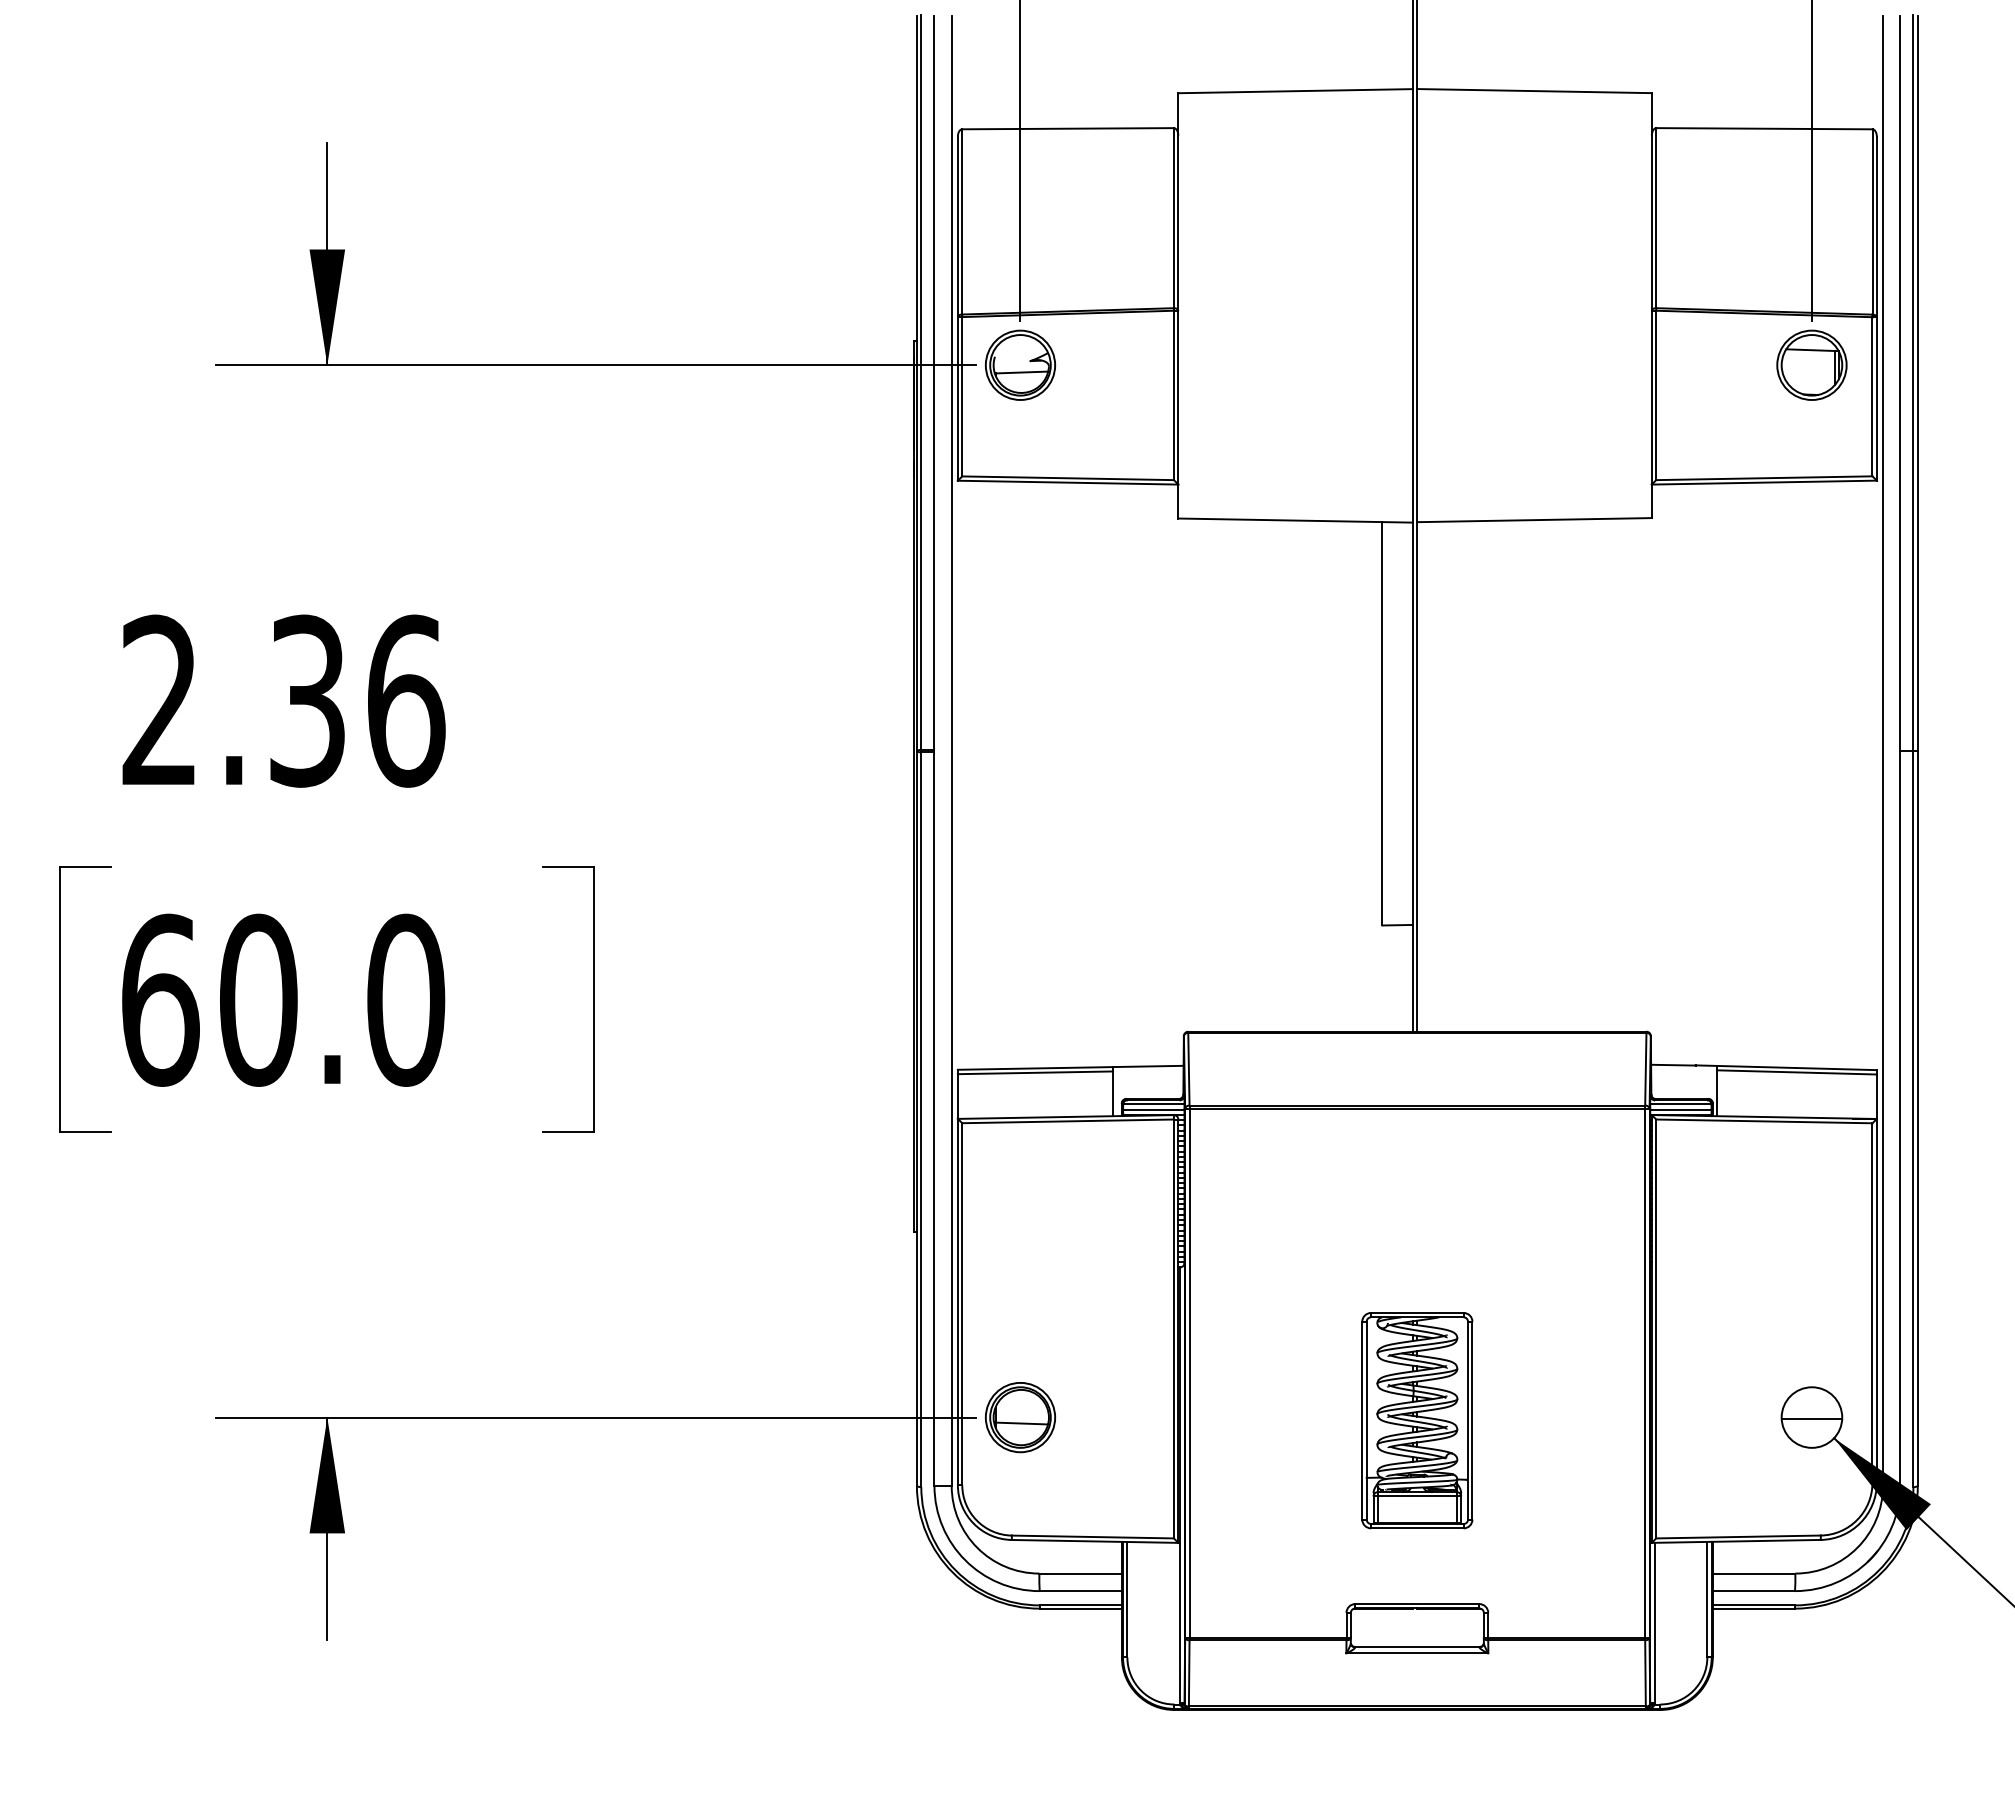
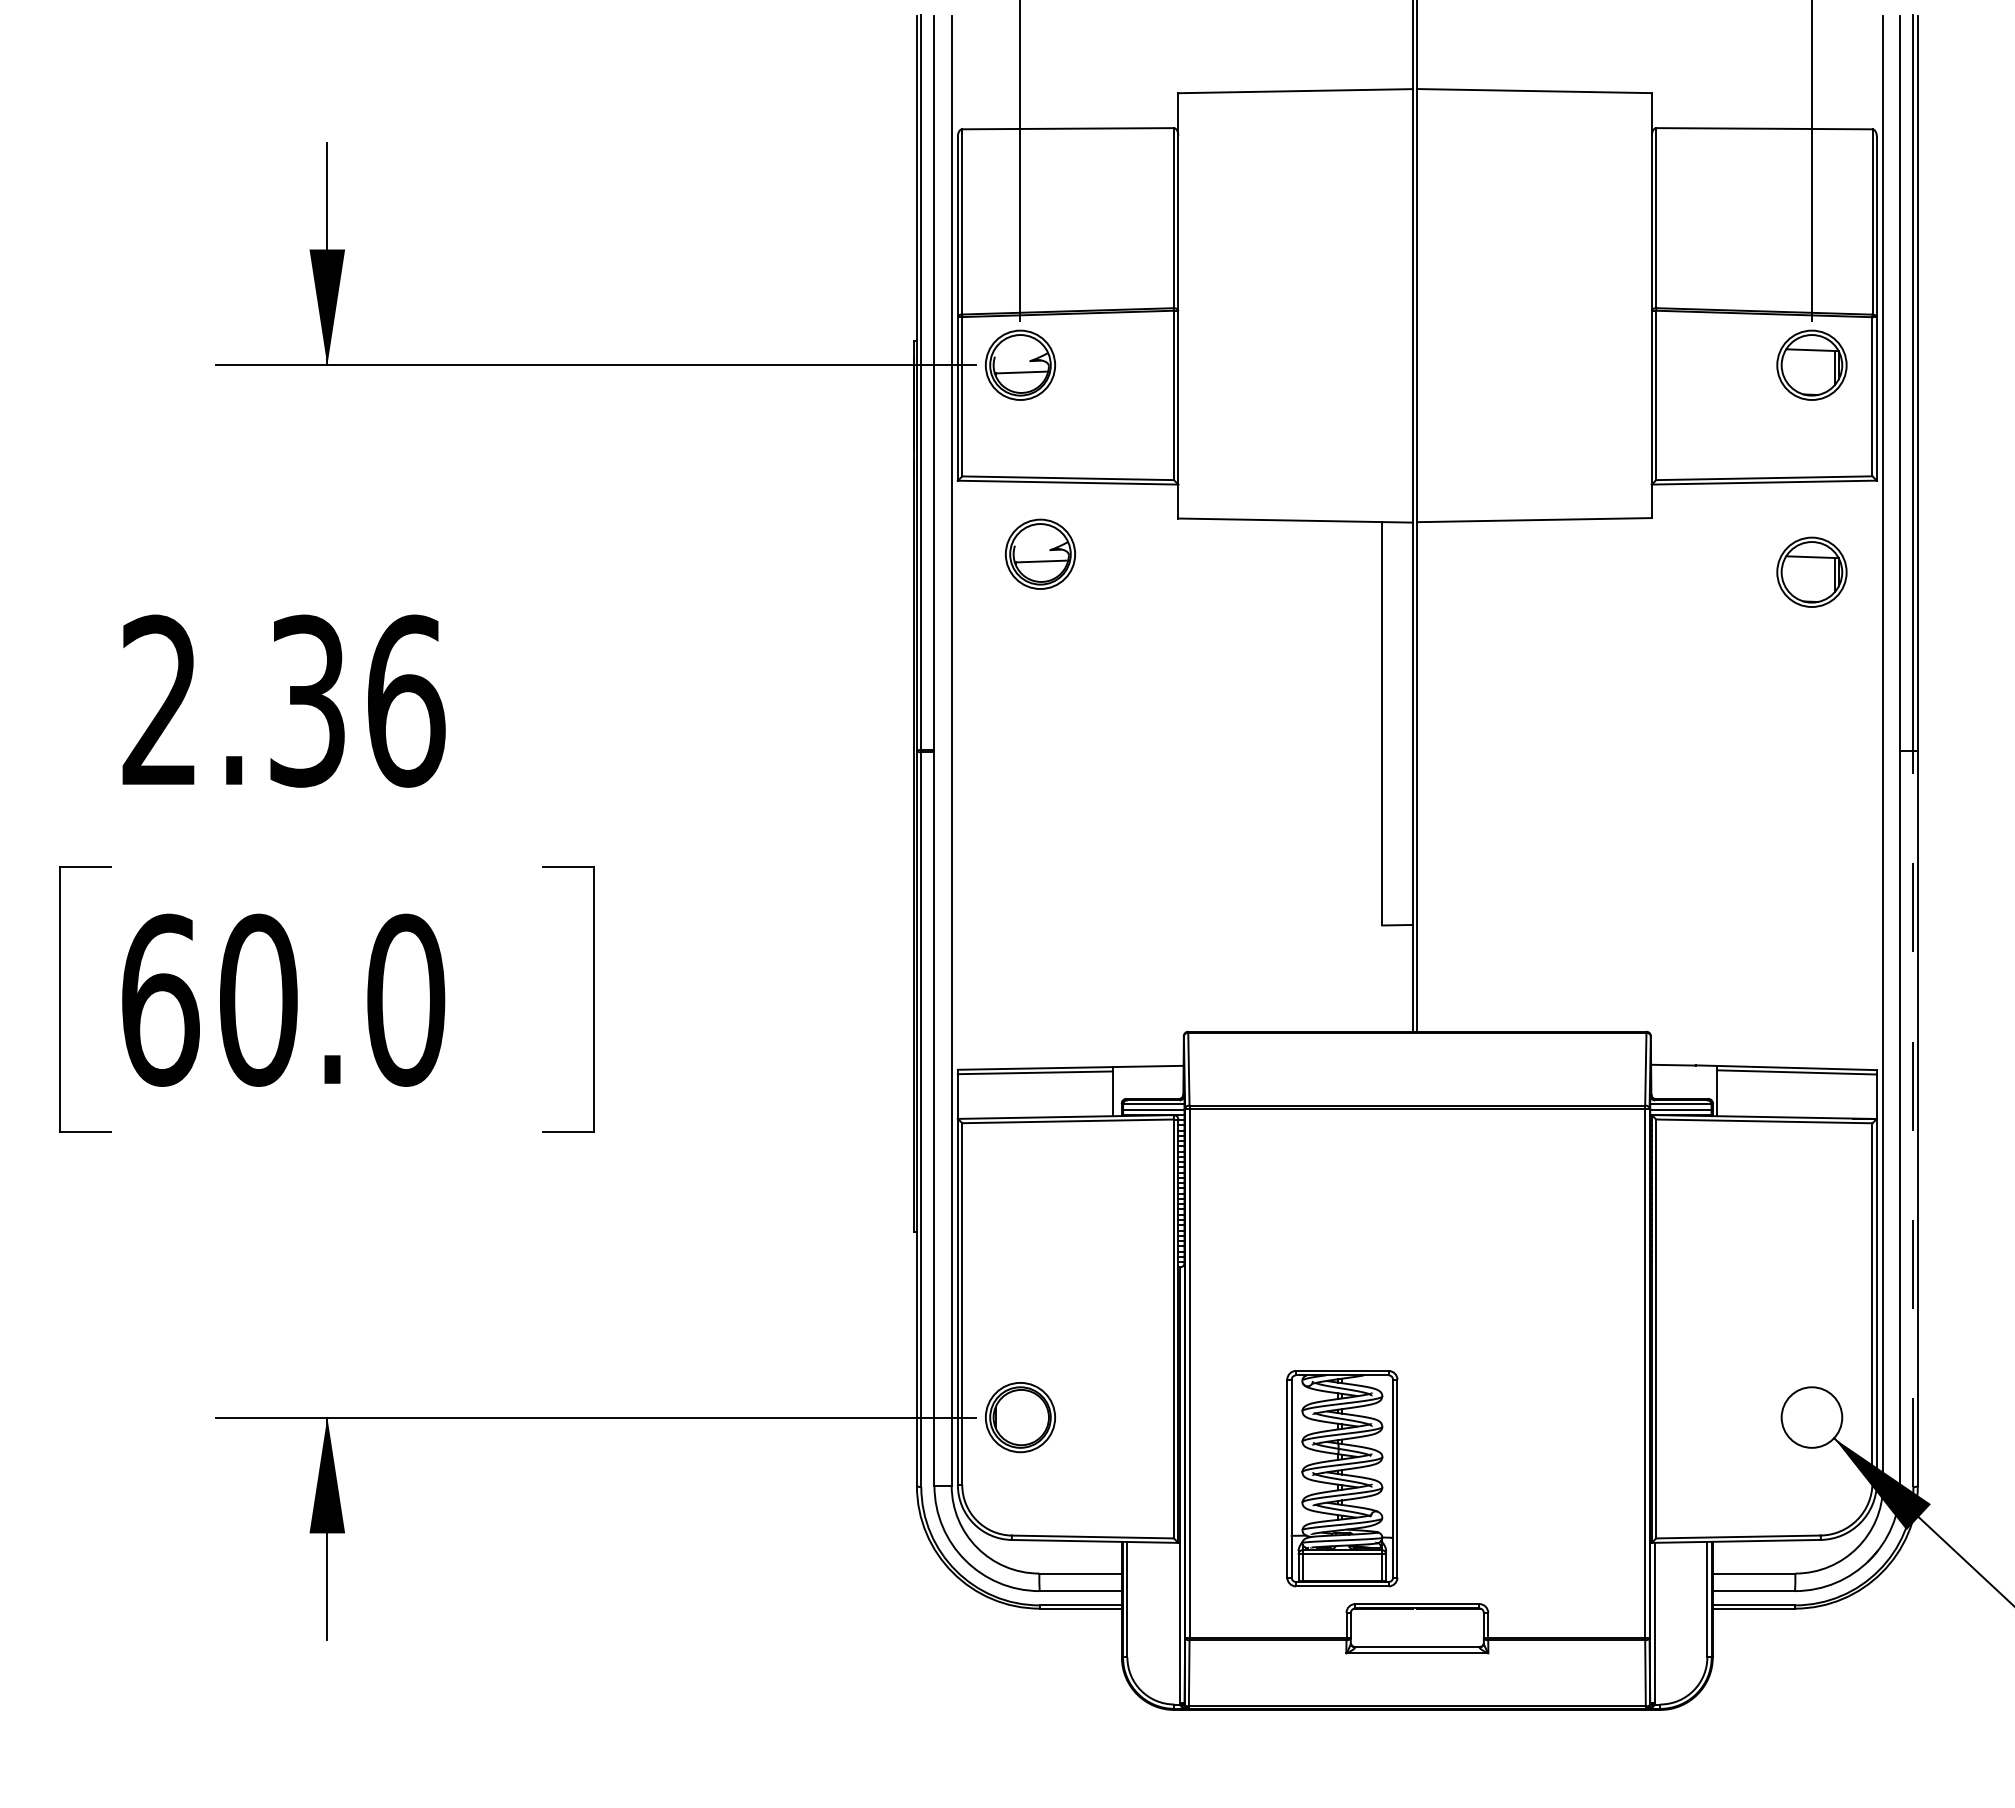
part at (1040, 553): none -> present
part at (1811, 571): none -> present
line at (1913, 1119): solid -> dashed
line at (1811, 1419): present -> none
part at (1417, 1420) position: (1417, 1420) -> (1342, 1478)
line at (1021, 1423): present -> none
